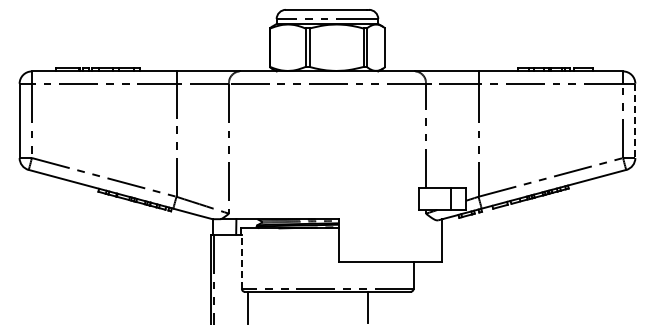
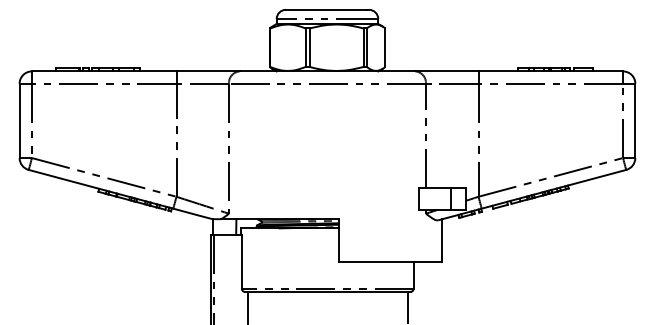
line at (635, 121): dashed -> solid
line at (241, 261): dashed -> solid
line at (367, 306) position: (367, 306) -> (407, 306)
